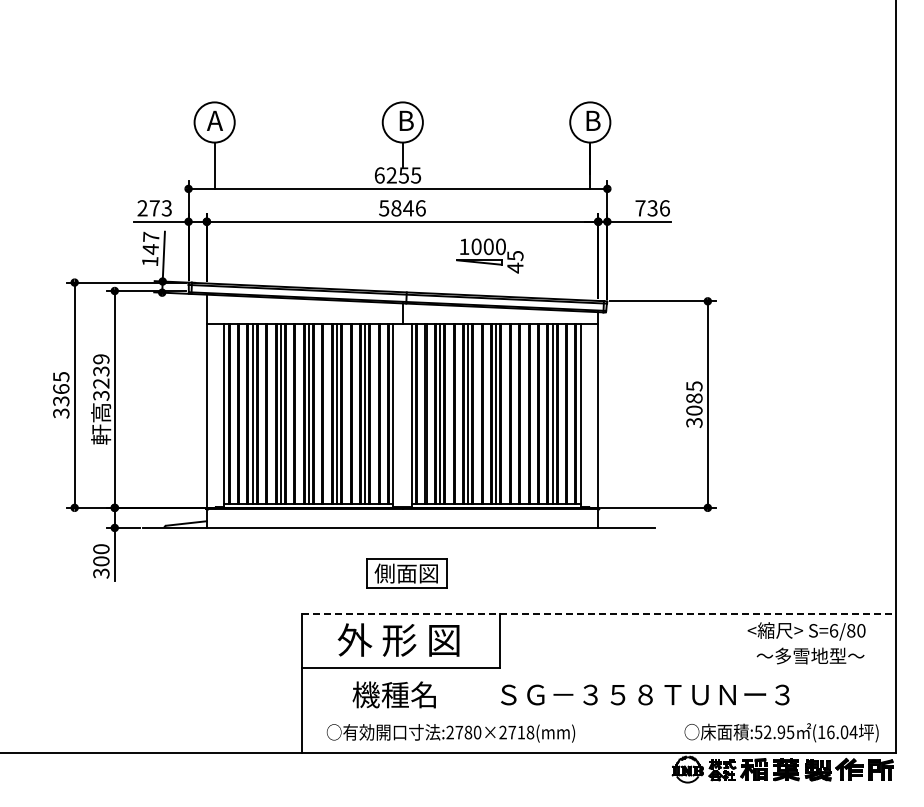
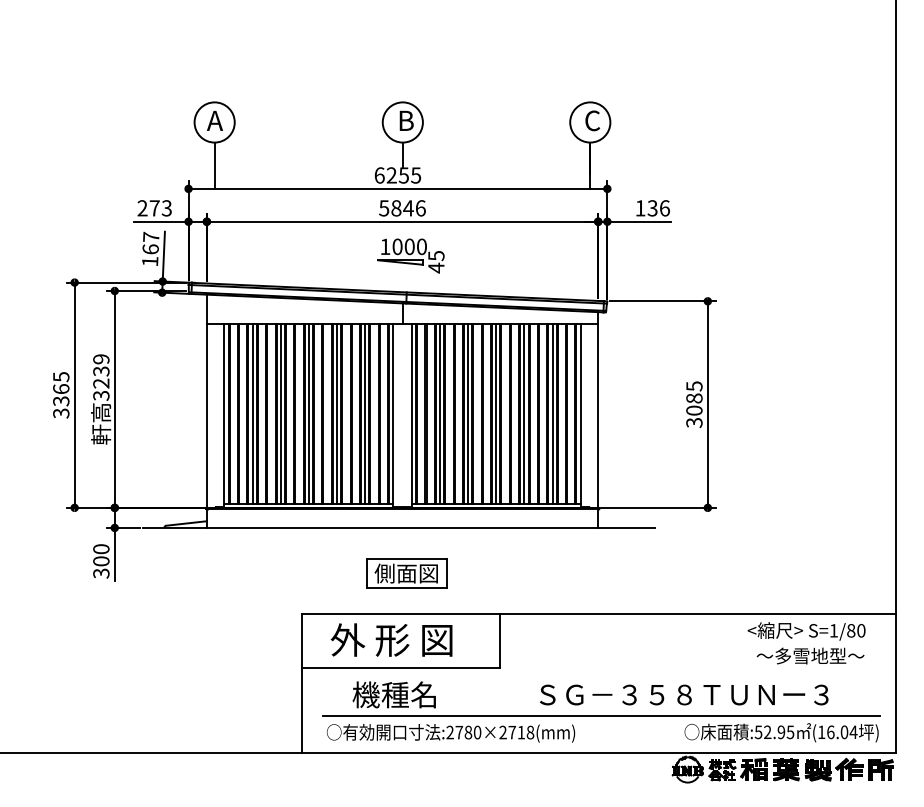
text at (592, 120): B -> C
text at (640, 208): 736 -> 136
text at (150, 249): 147 -> 167
part at (489, 255) position: (489, 255) -> (410, 255)
line at (524, 413): none -> present
line at (599, 614): dashed -> solid
text at (834, 630): S=6/80 -> S=1/80
text at (398, 639) position: (398, 639) -> (391, 639)
text at (645, 694) position: (645, 694) -> (684, 694)
line at (601, 716): none -> present
